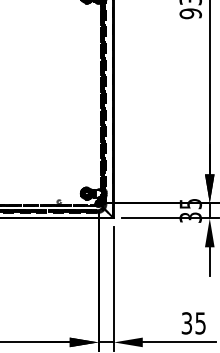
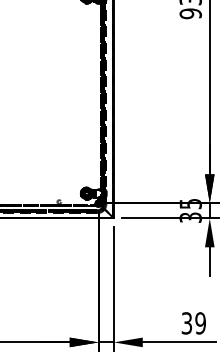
text at (200, 323): 35 -> 39
